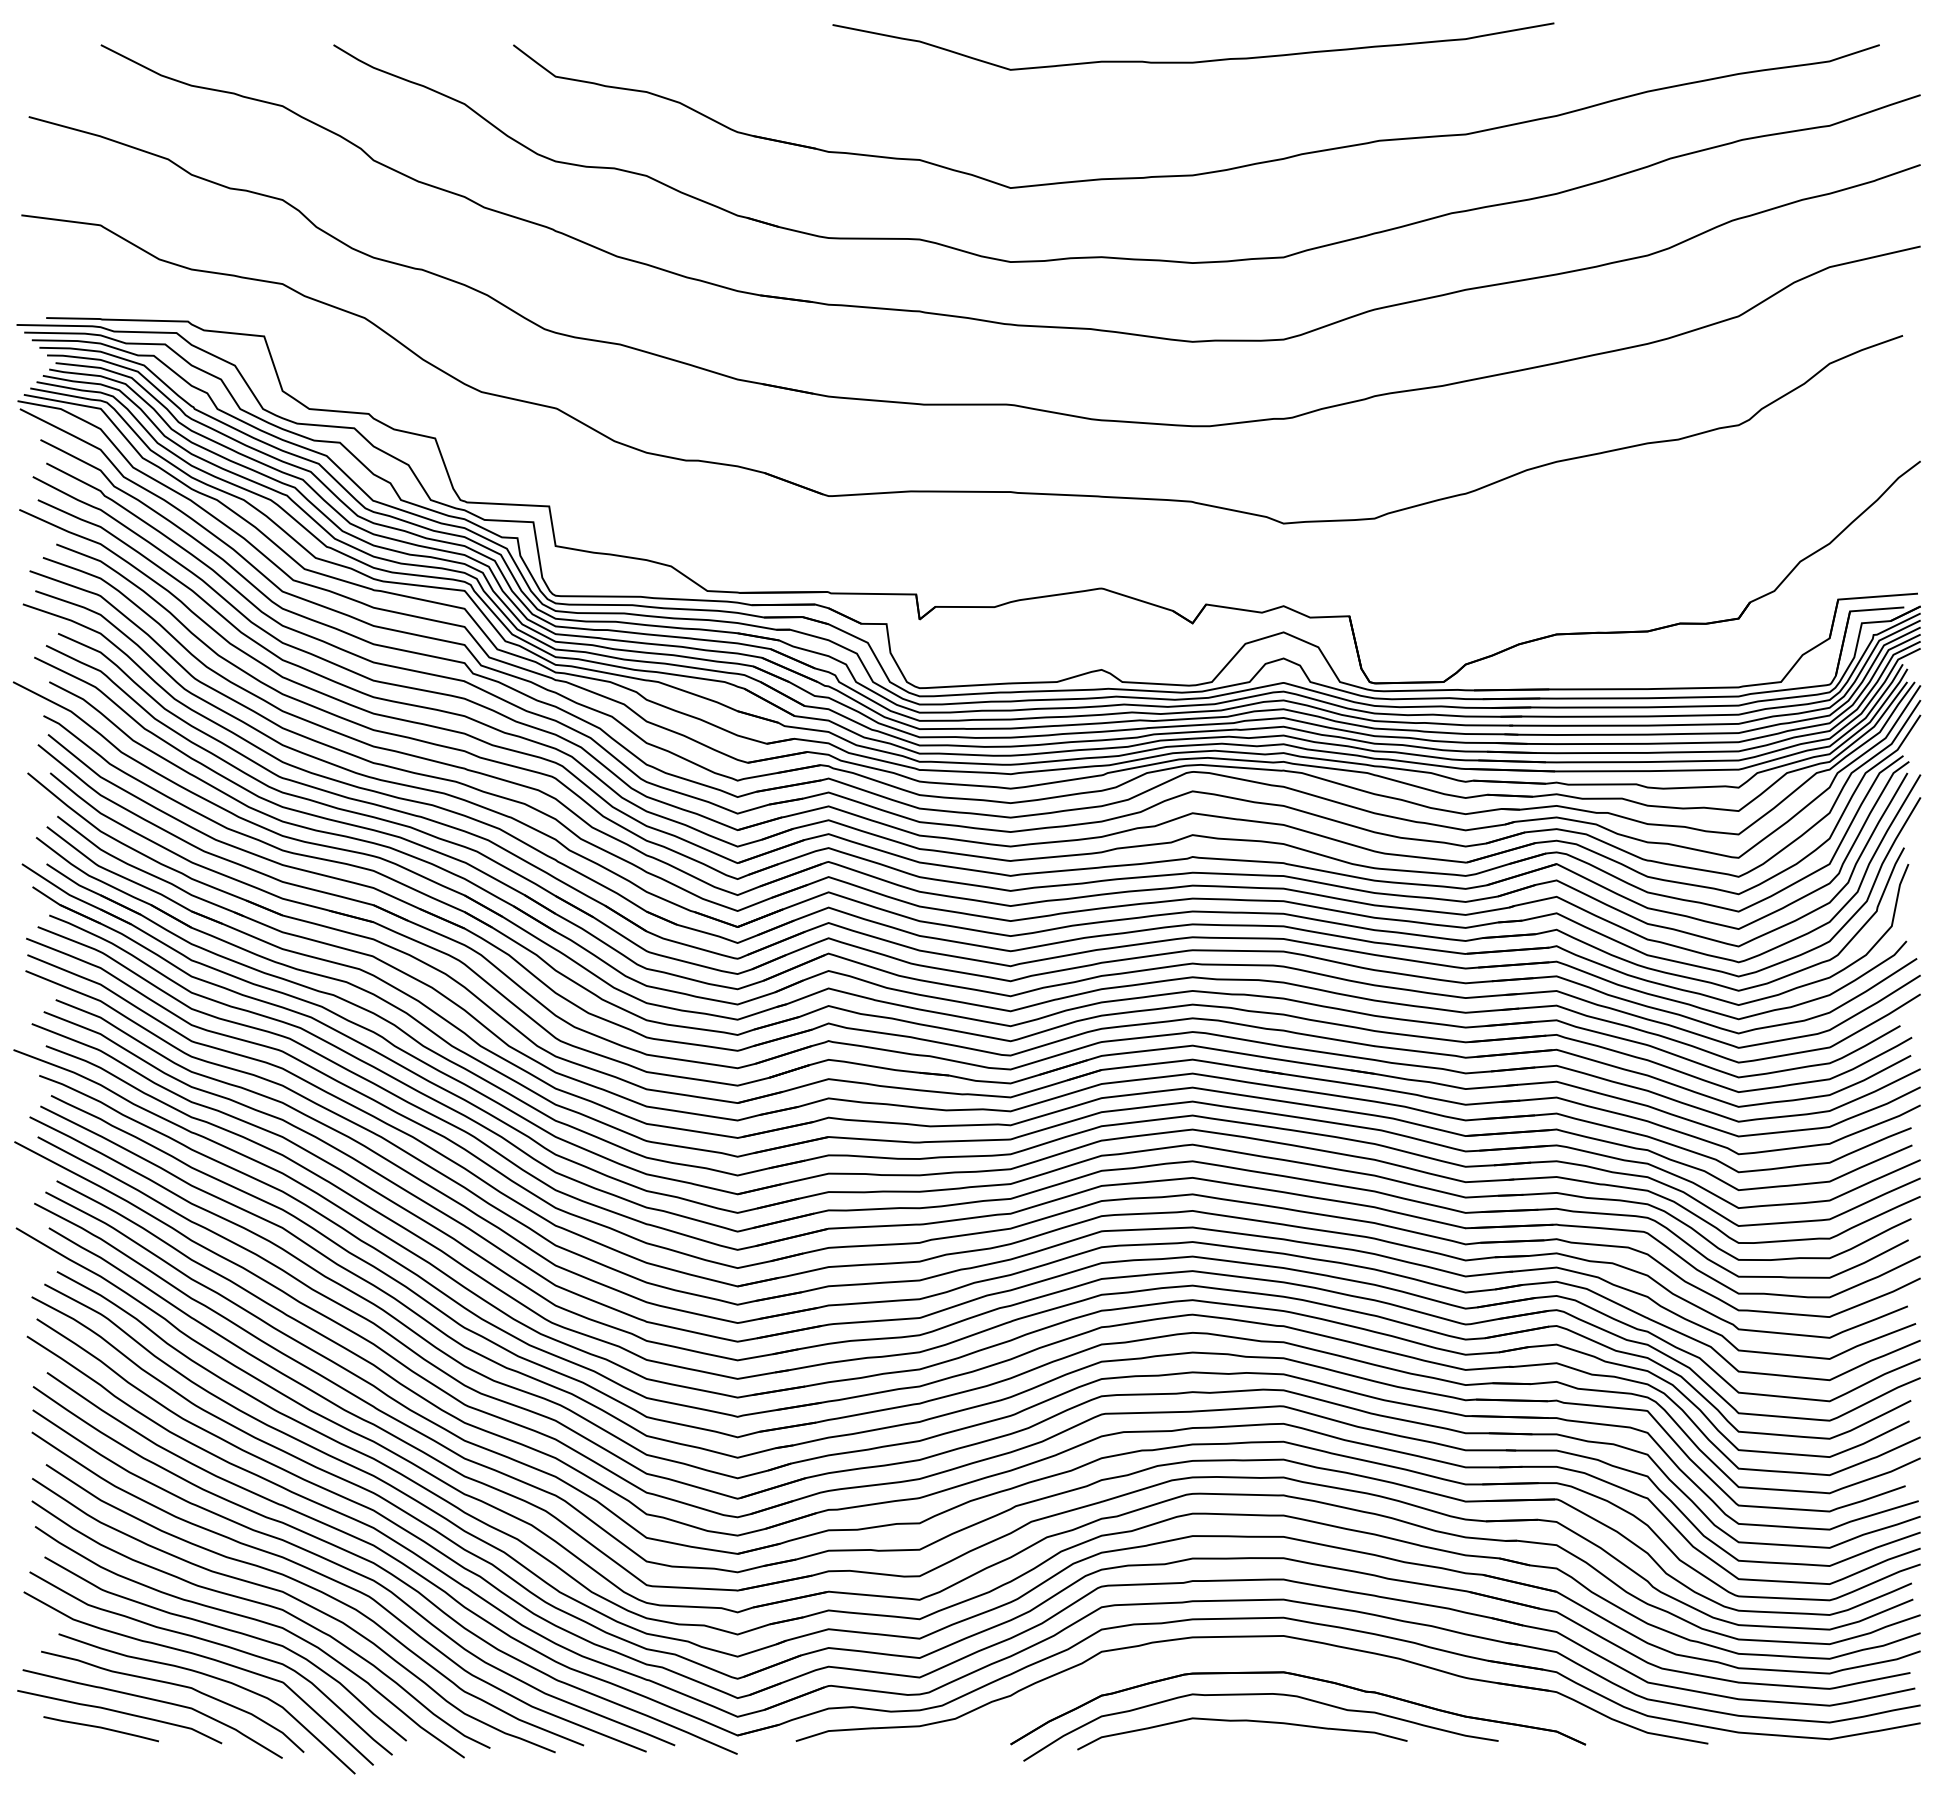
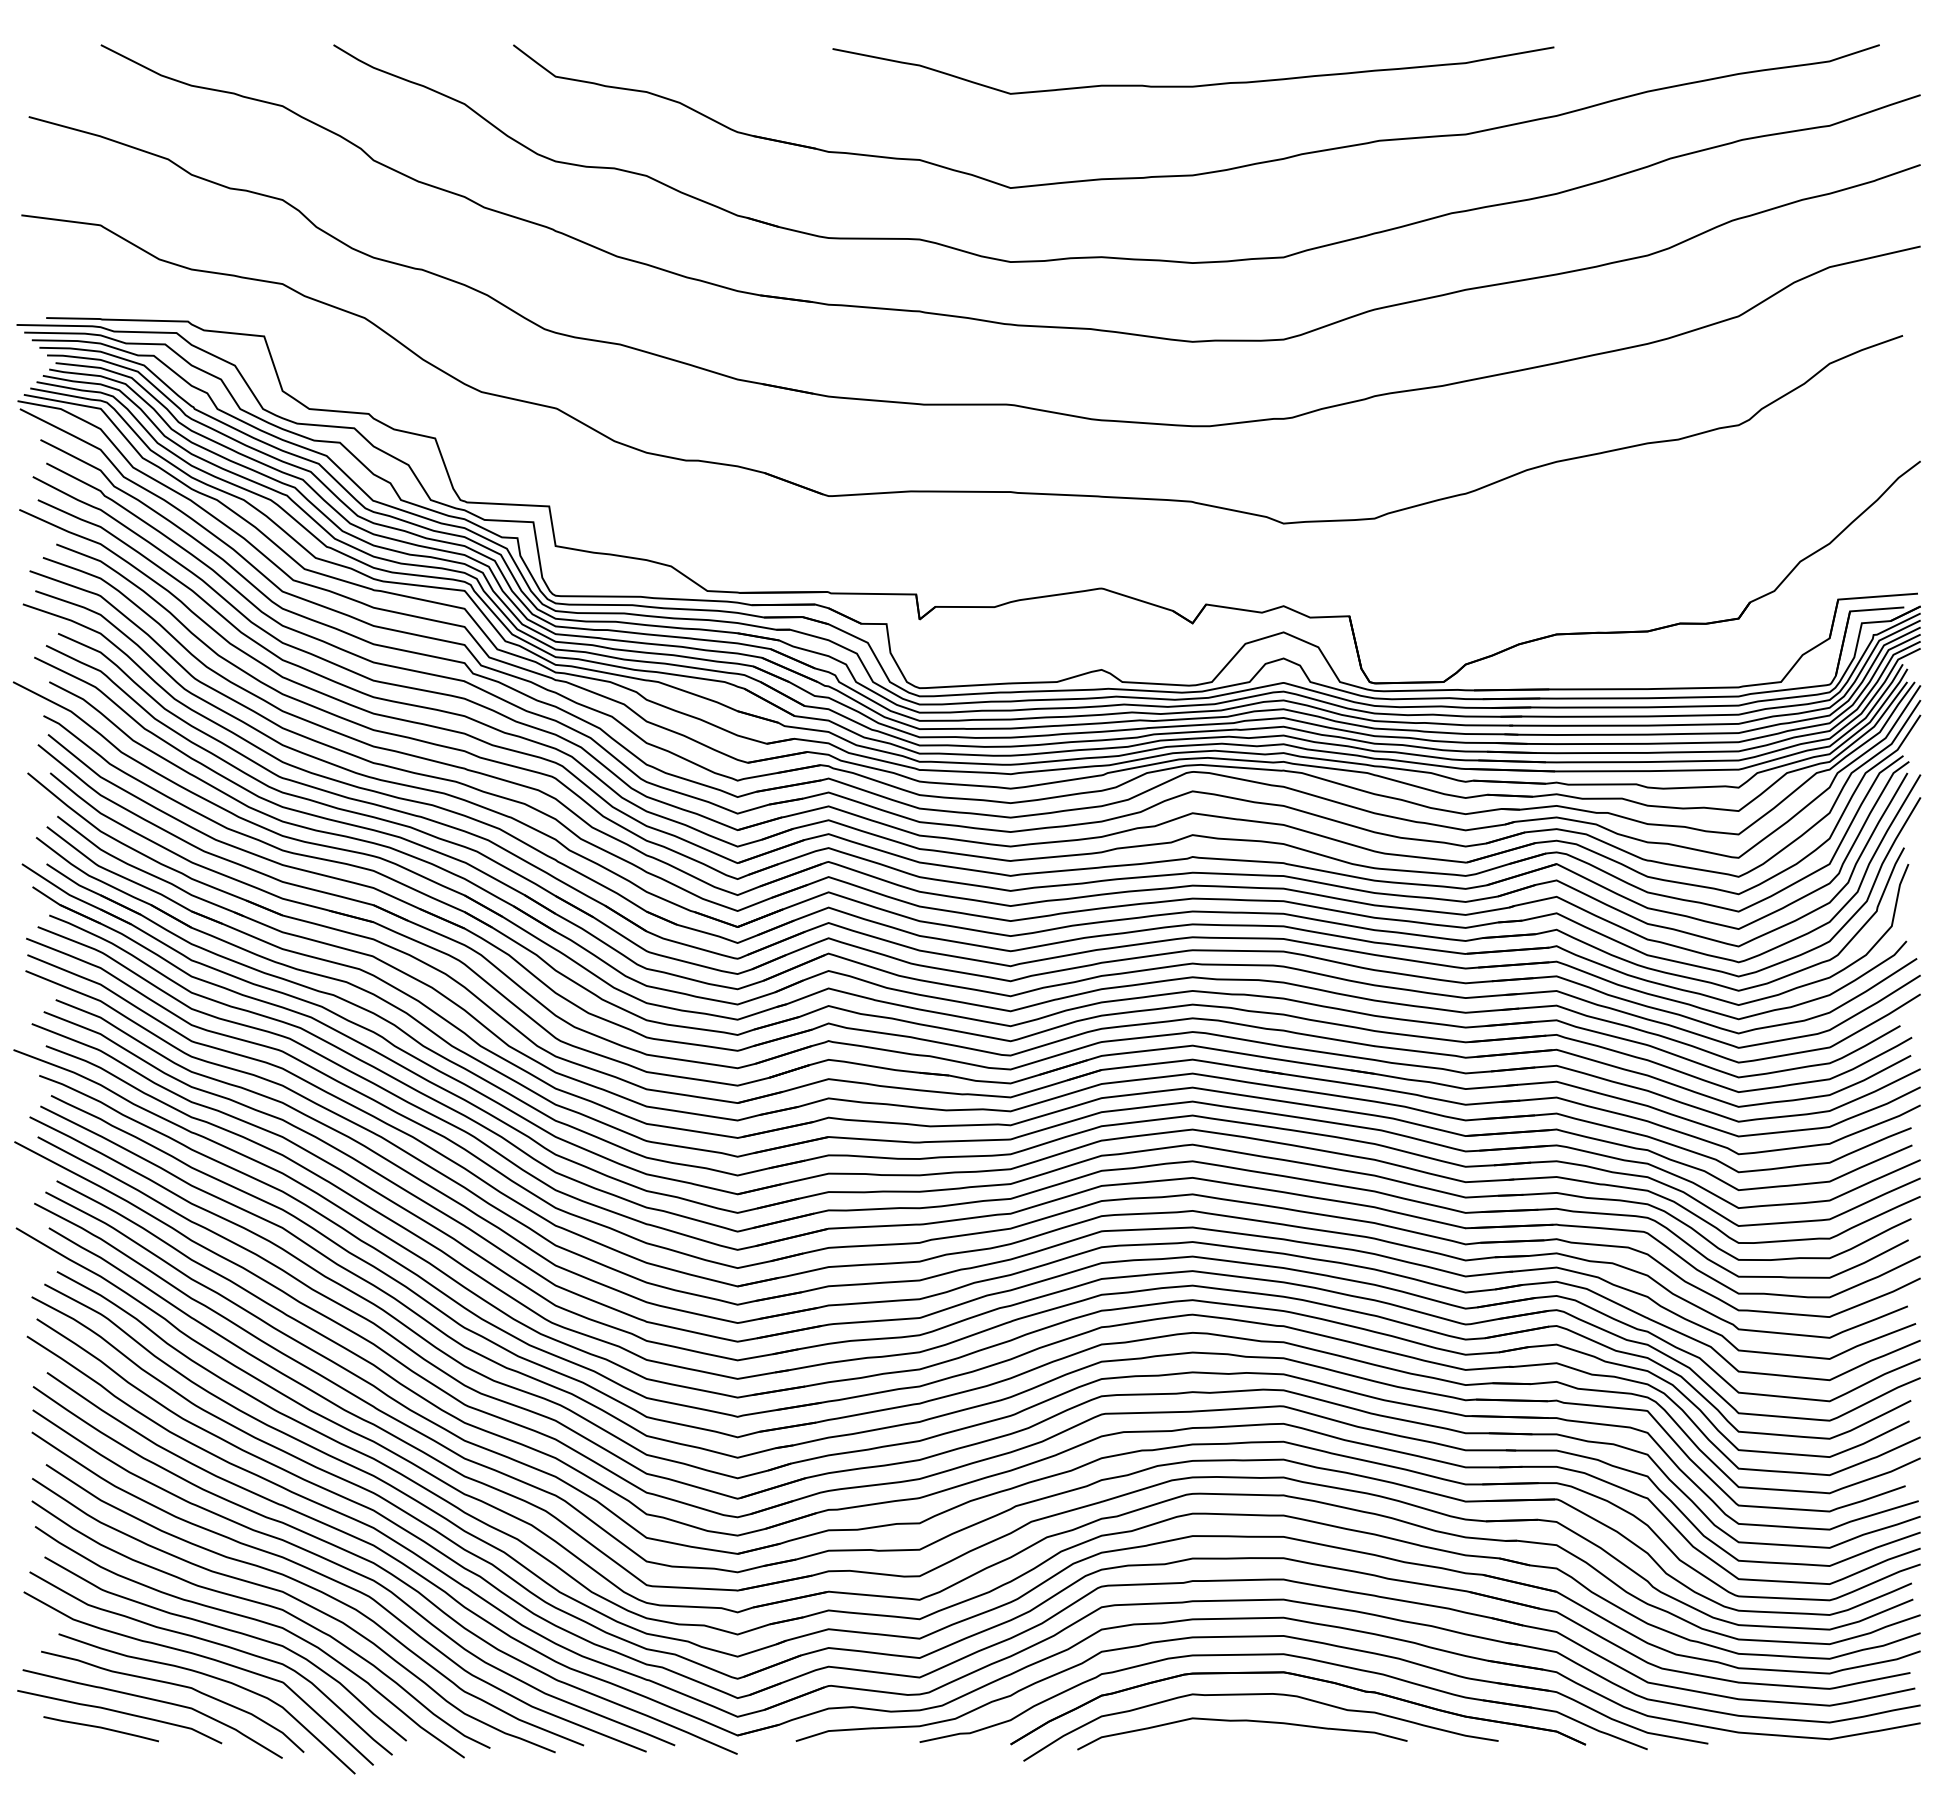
curve at (1193, 61) position: (1193, 61) -> (1193, 85)
part at (1294, 1657): none -> present
